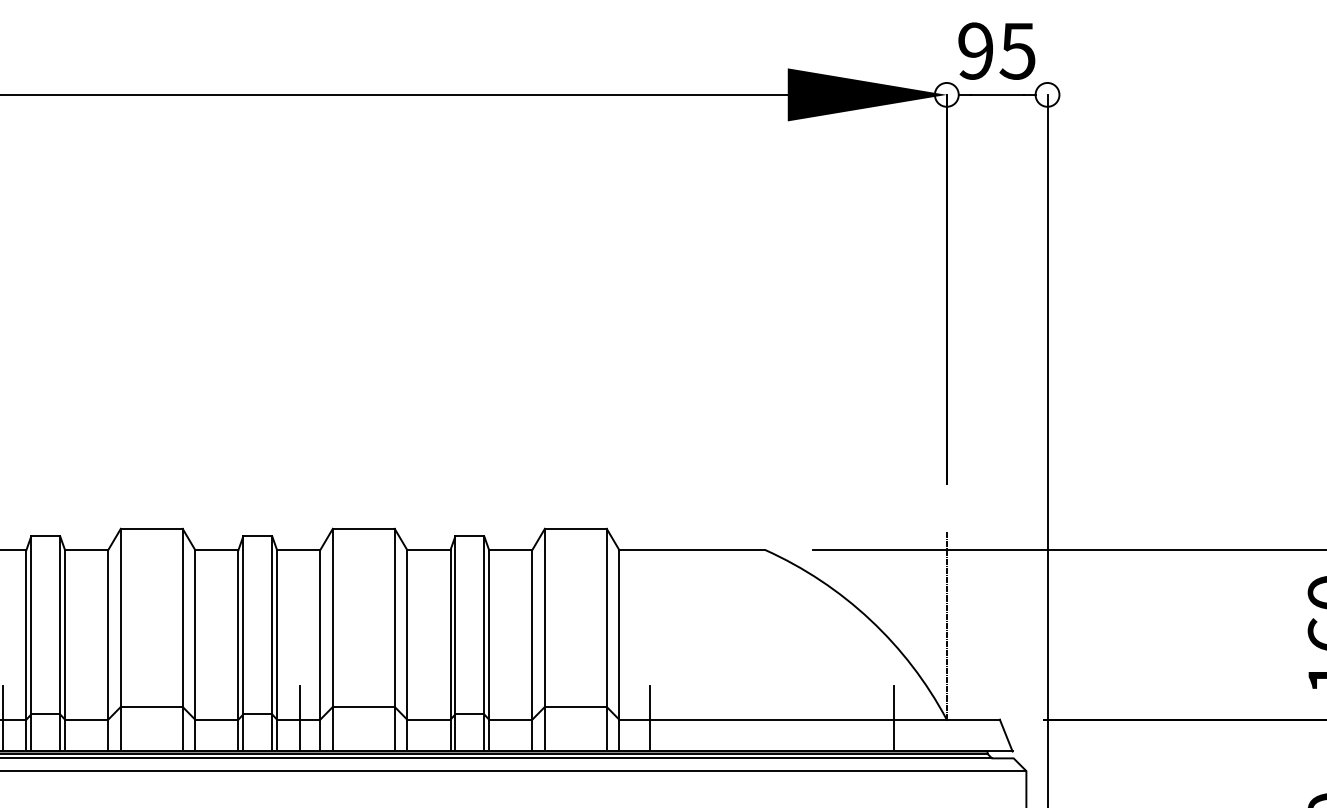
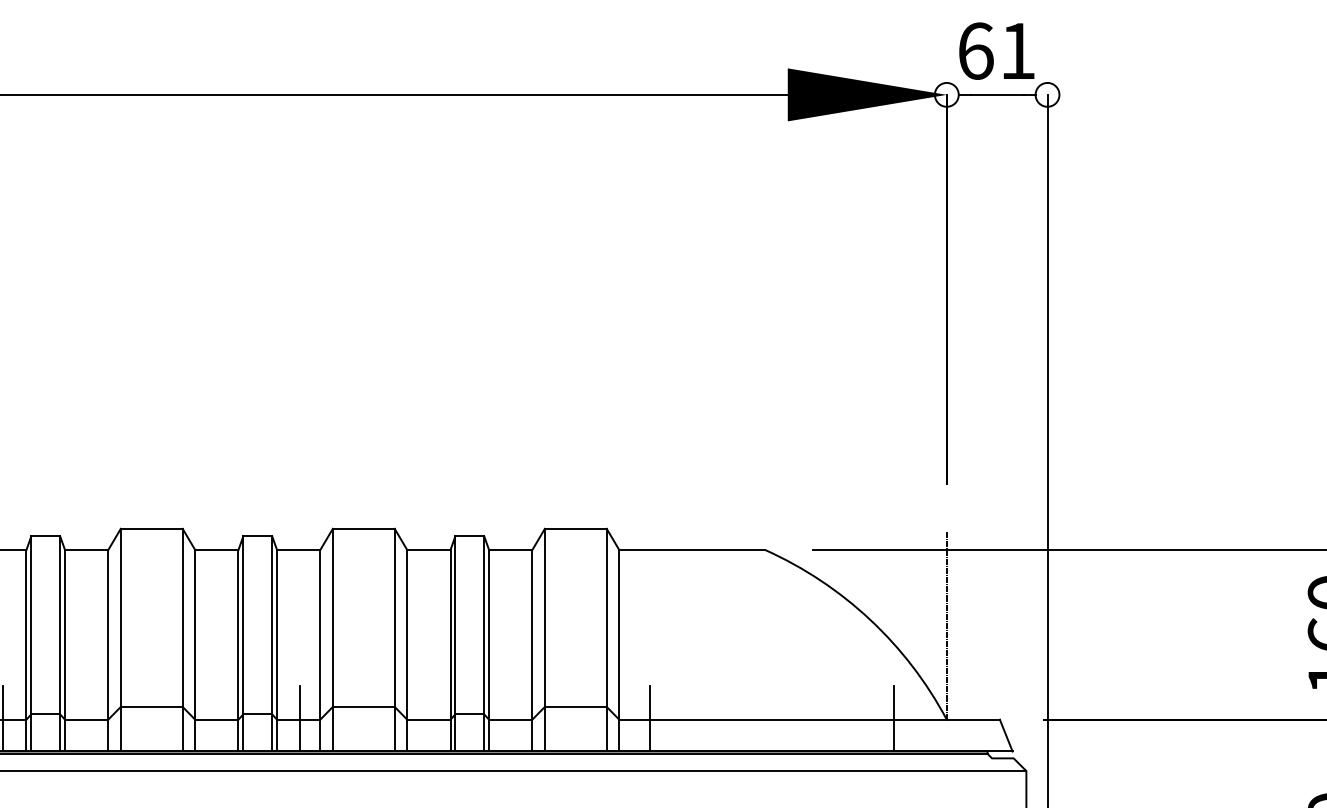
text at (996, 50): 95 -> 61
line at (497, 758): present -> none
